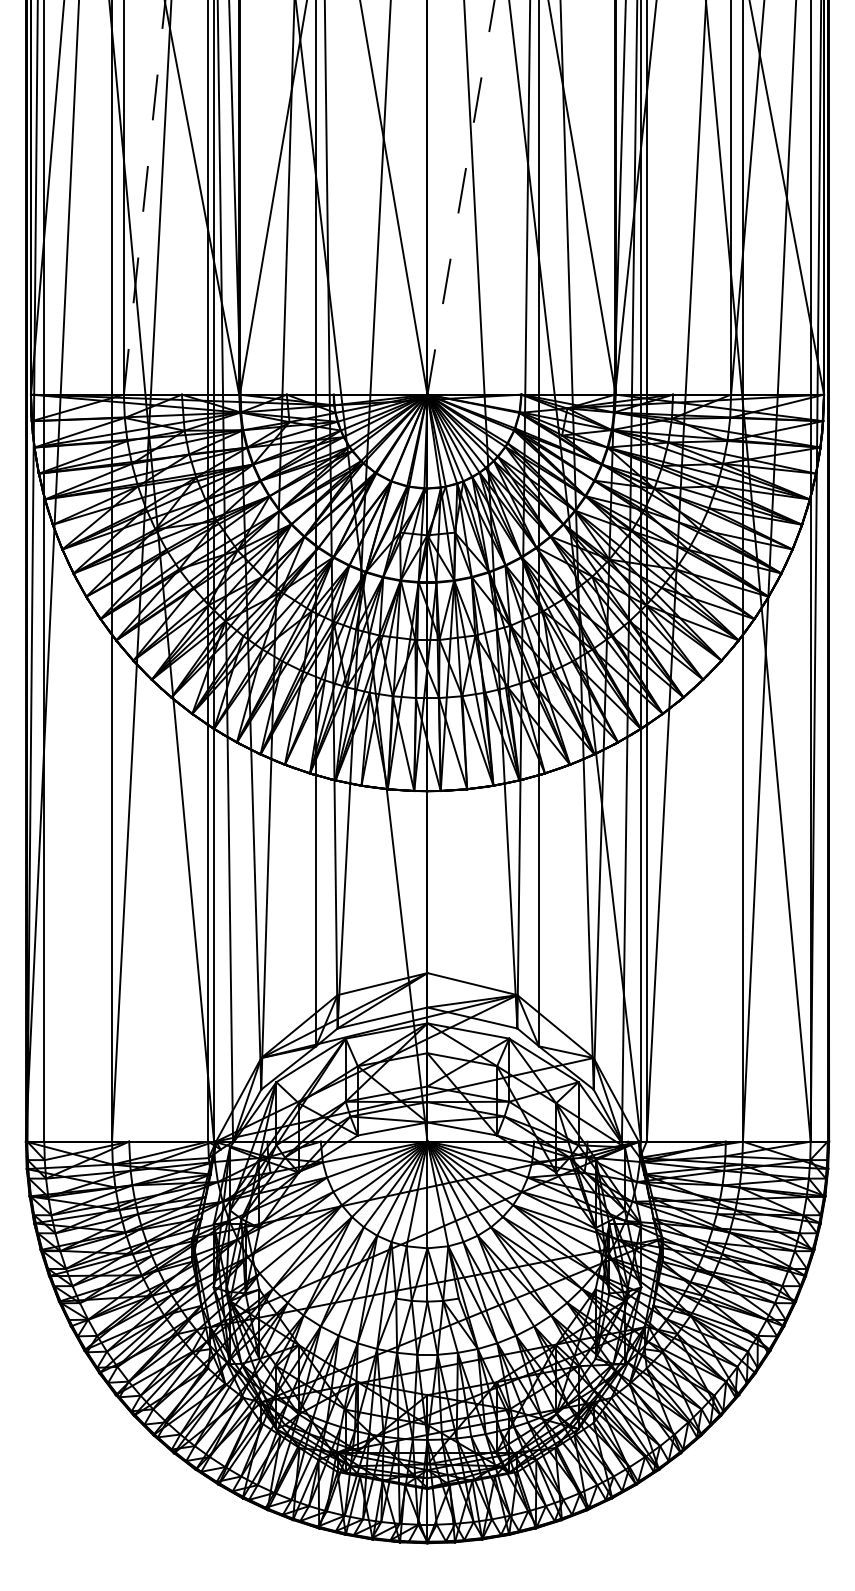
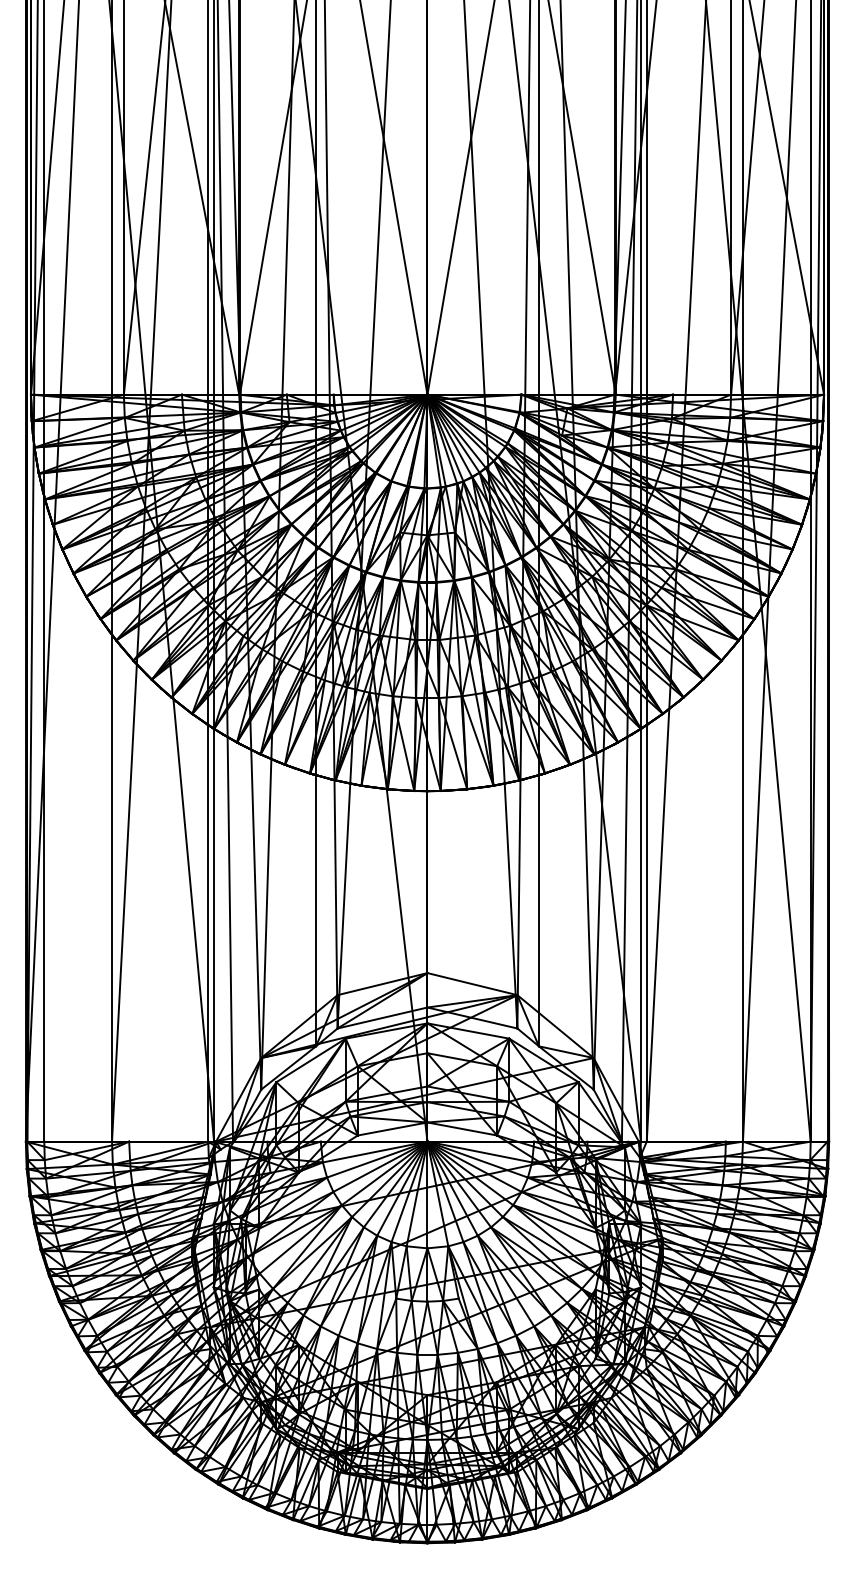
line at (144, 197): dashed -> solid
line at (461, 197): dashed -> solid
